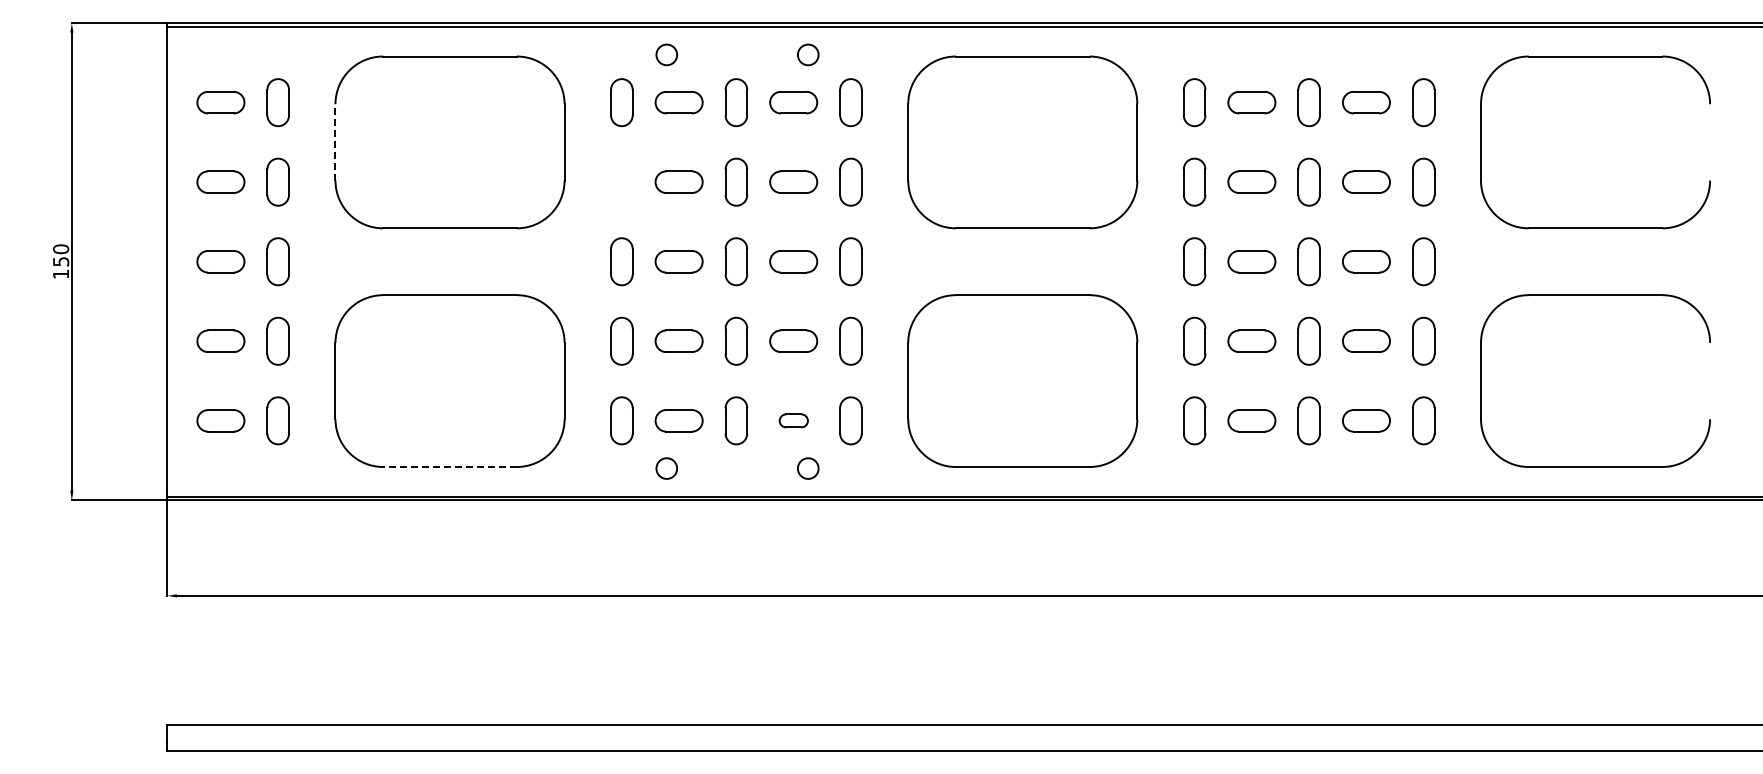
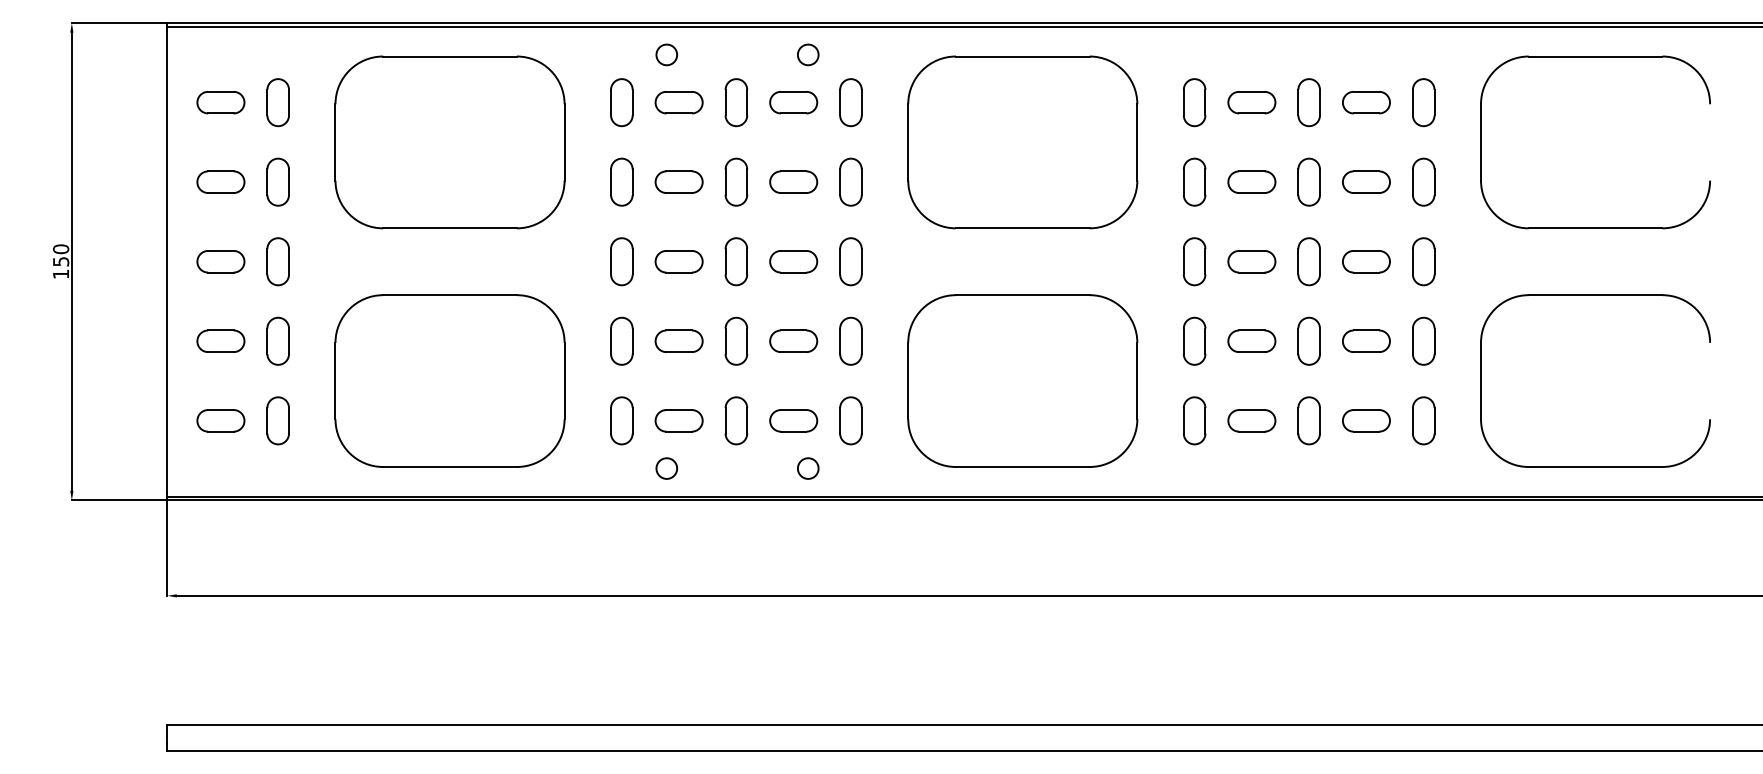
line at (335, 141): dashed -> solid
part at (621, 181): none -> present
part at (793, 420) size: 31x16 px -> 50x24 px
line at (450, 467): dashed -> solid
